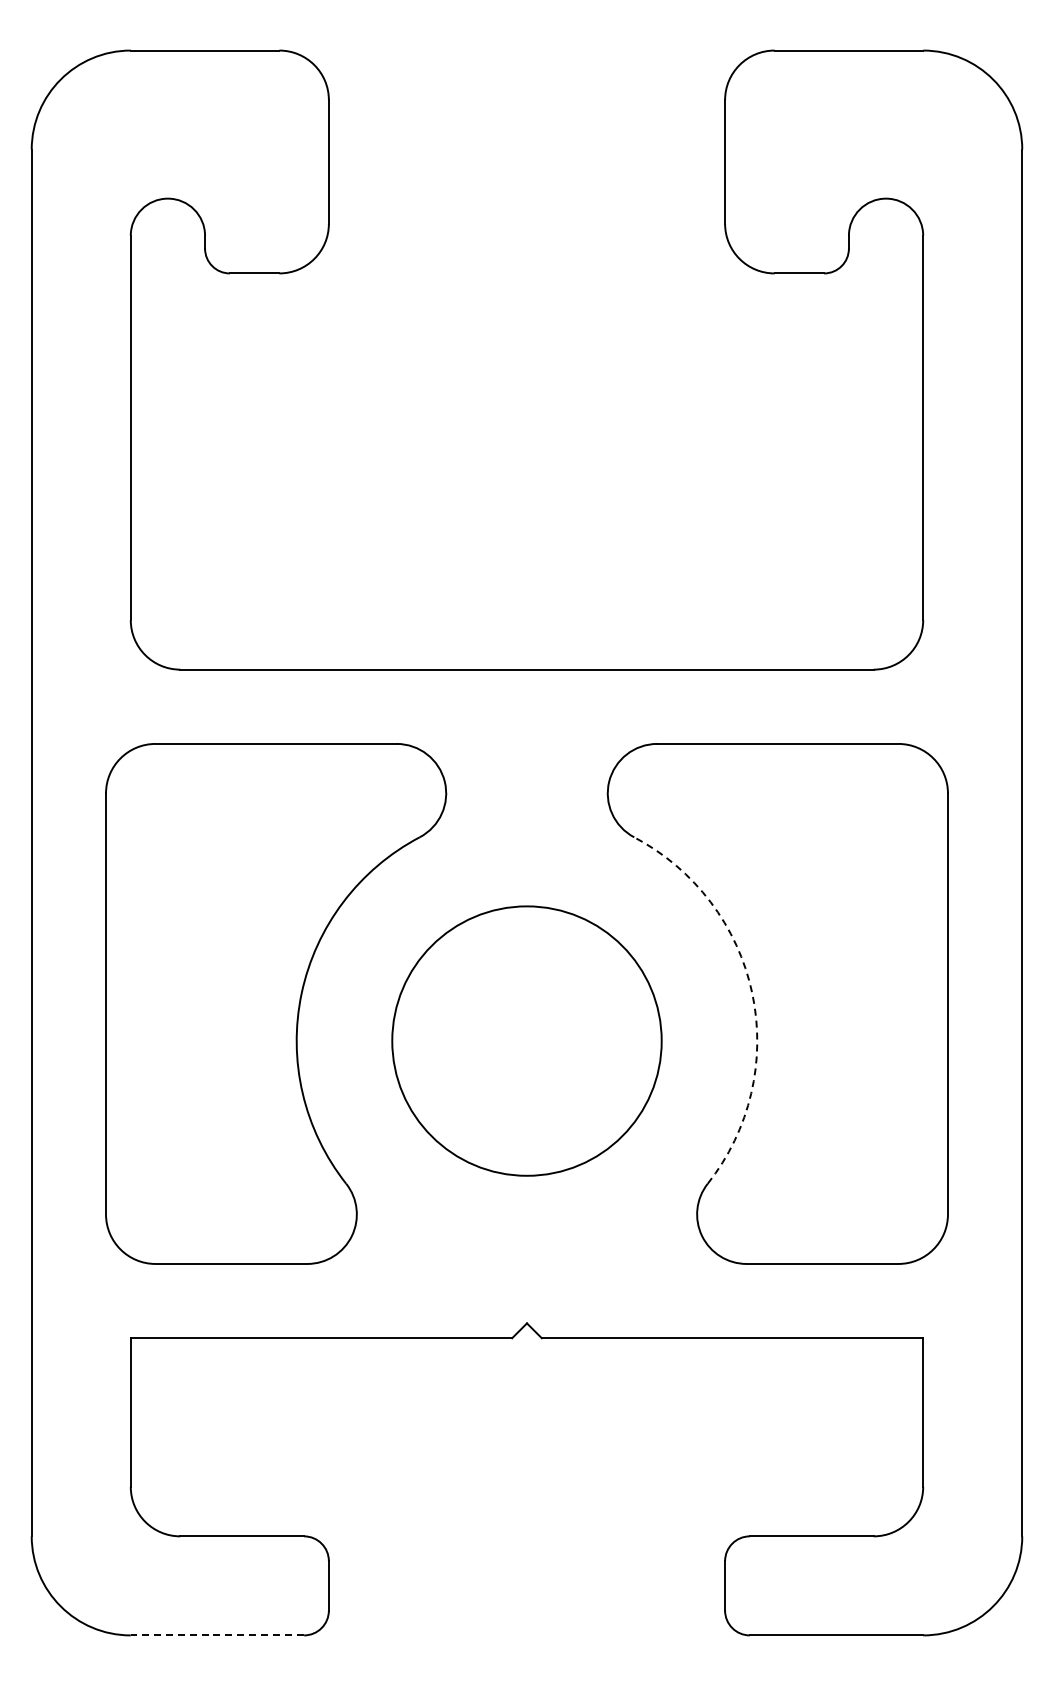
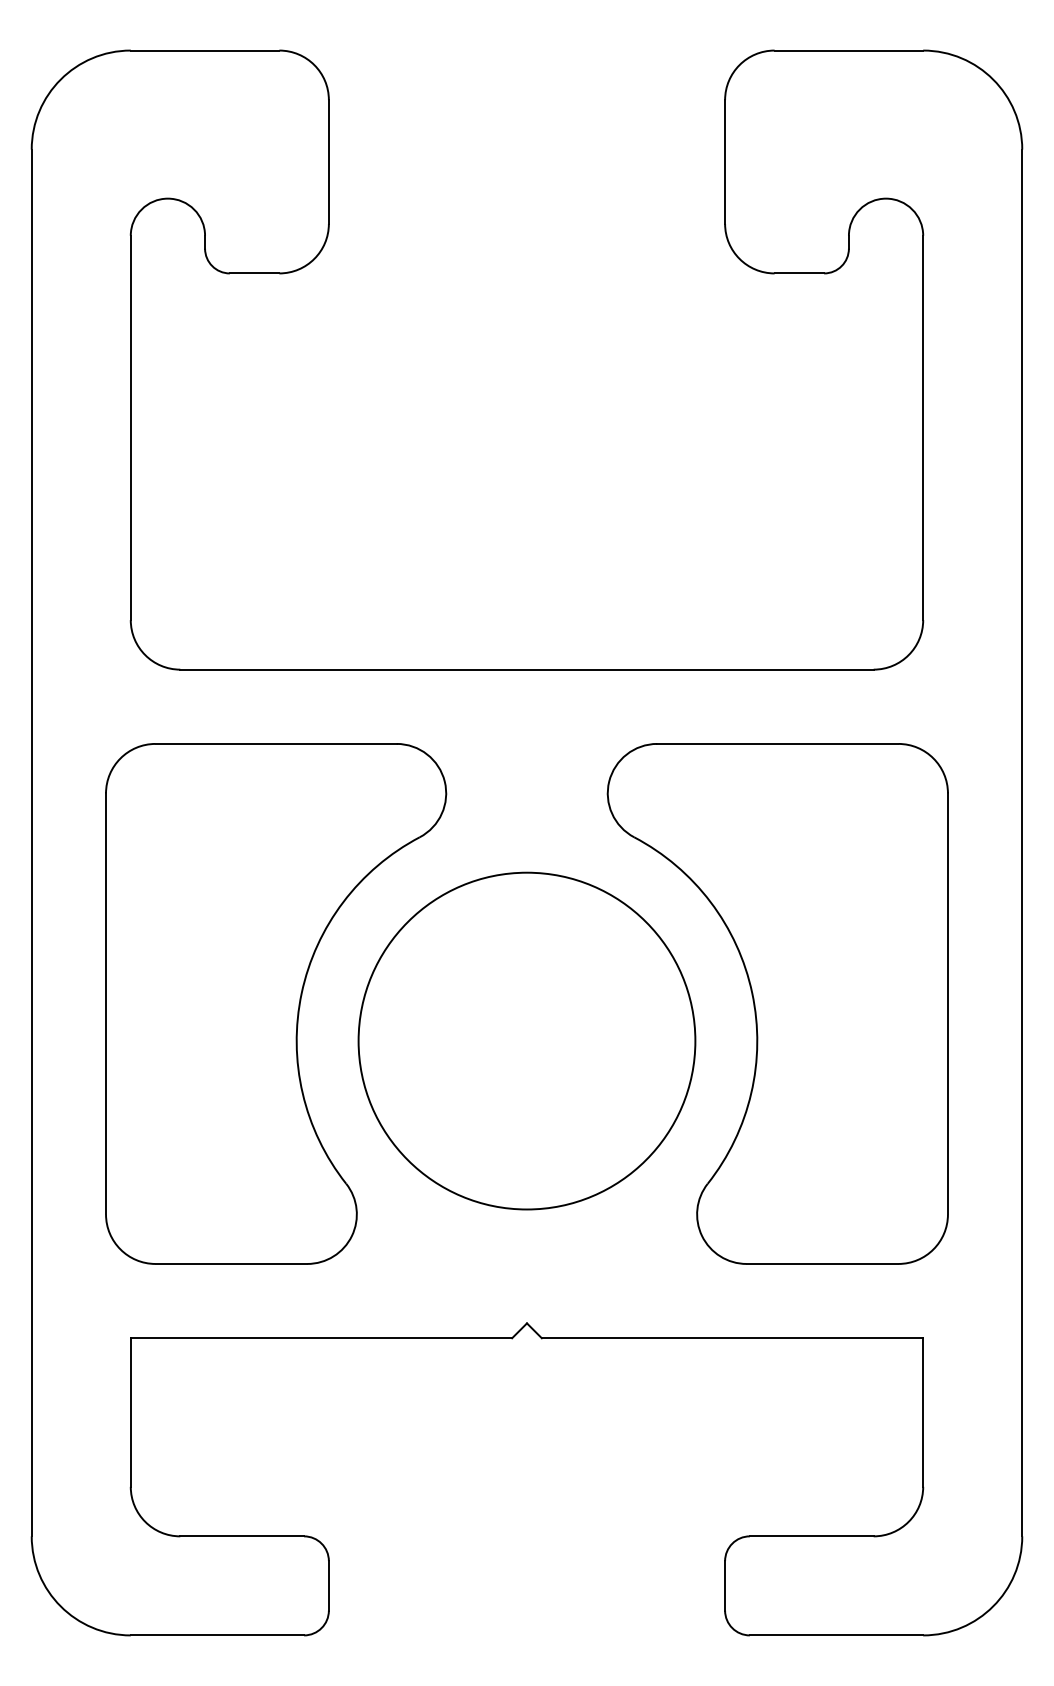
arc at (752, 993): dashed -> solid
circle at (526, 1040) diameter: 269 px -> 337 px
line at (217, 1635): dashed -> solid
